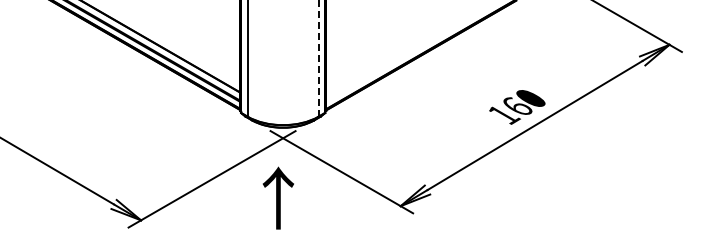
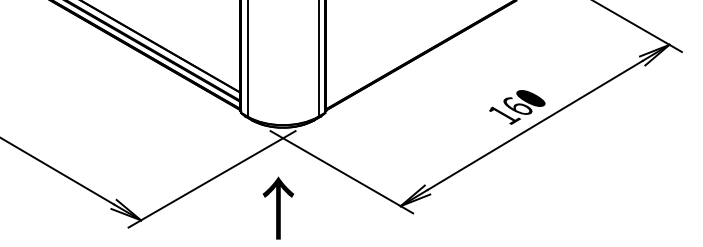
line at (318, 58): dashed -> solid
text at (277, 197) position: (277, 197) -> (277, 207)
